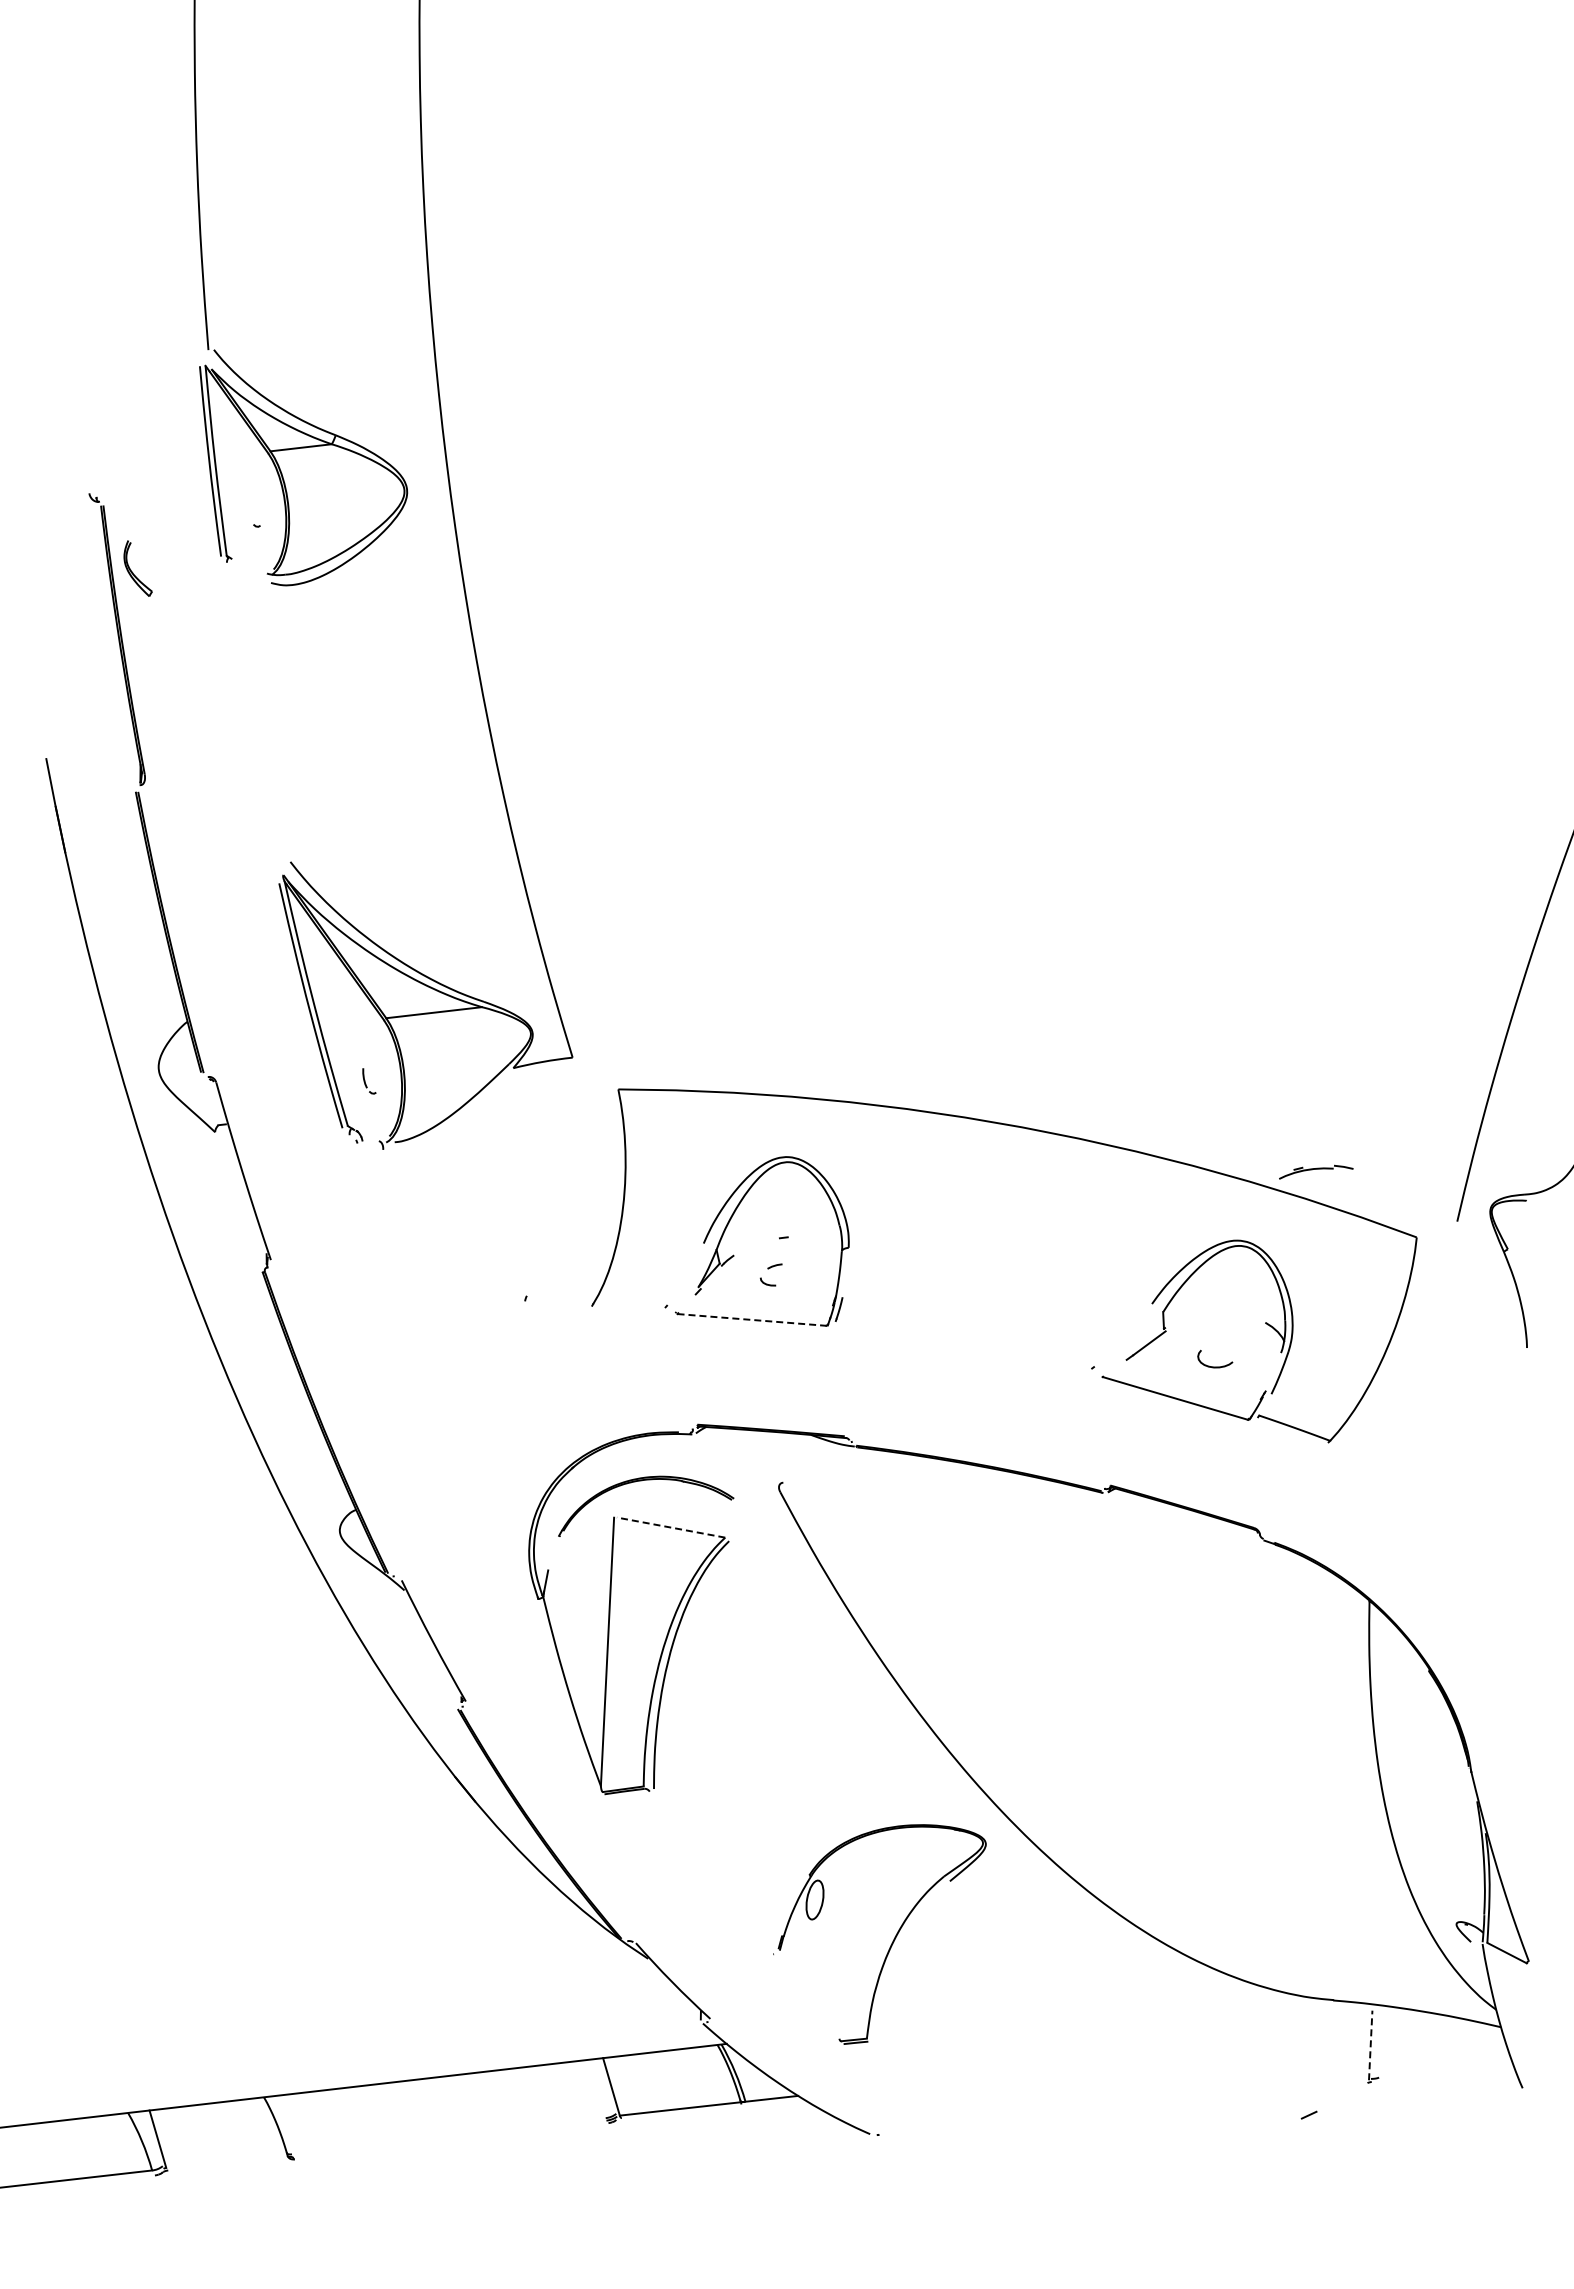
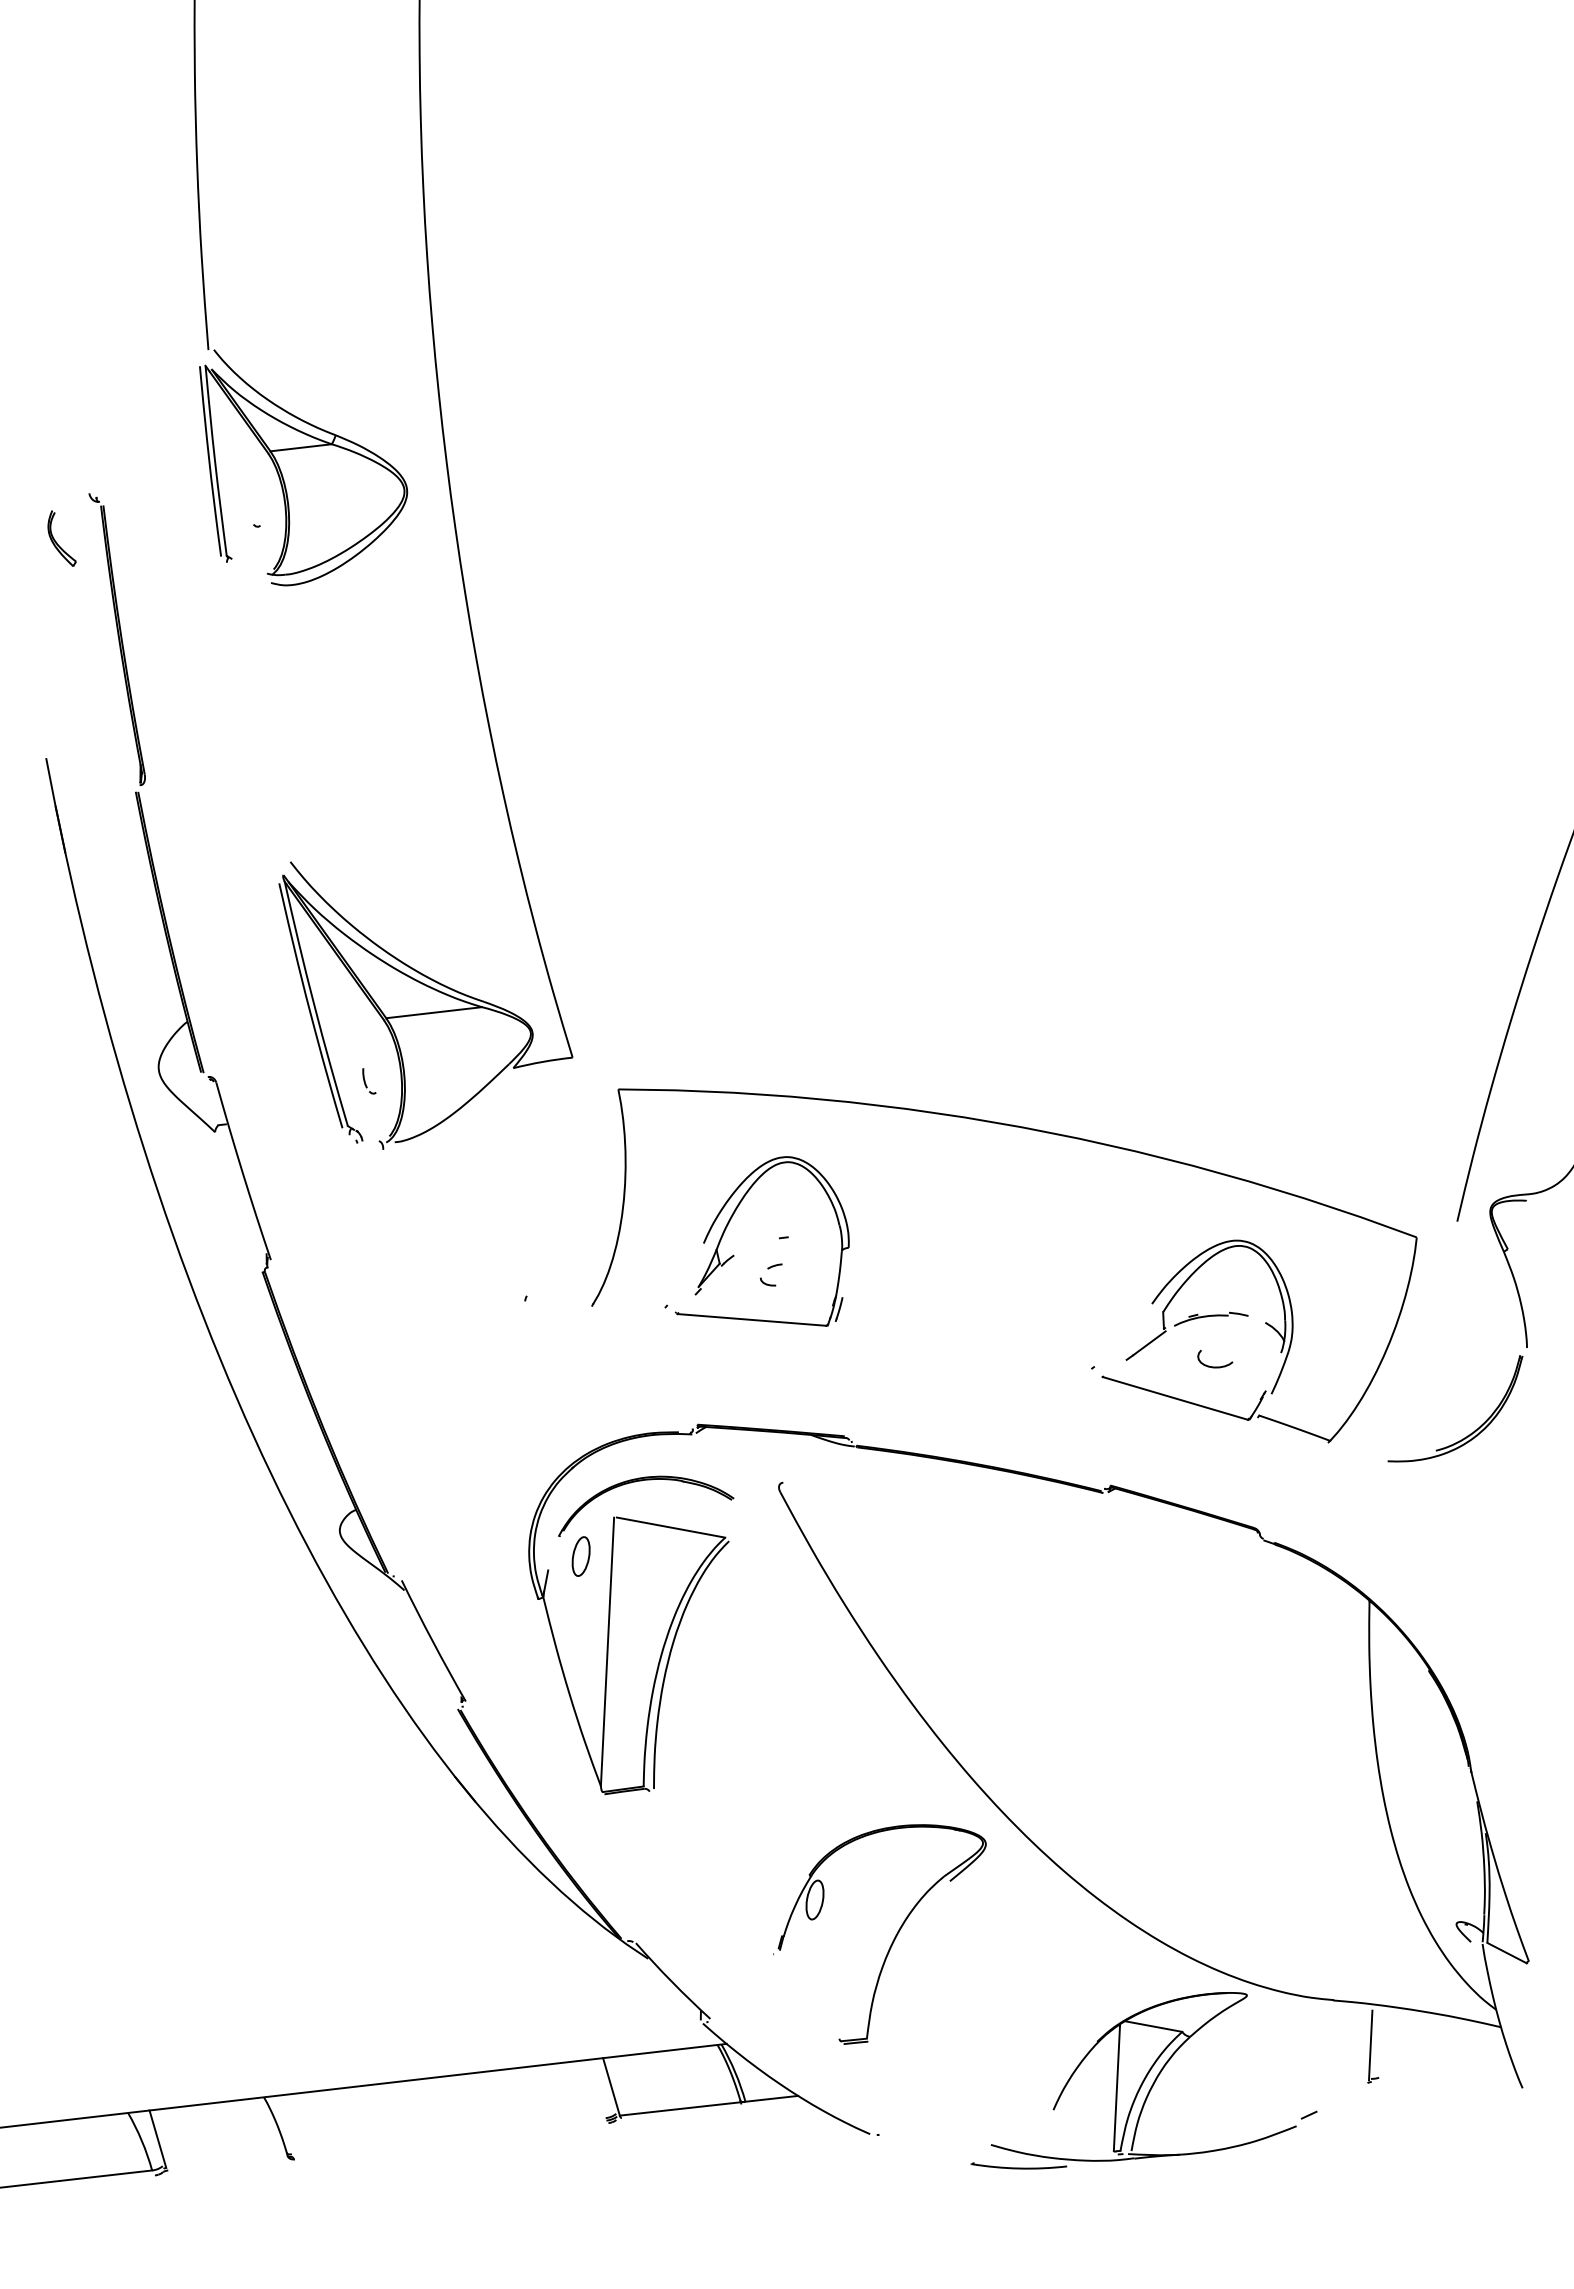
part at (137, 568) position: (137, 568) -> (61, 538)
part at (1316, 1171) position: (1316, 1171) -> (1211, 1318)
line at (751, 1319): dashed -> solid
part at (1475, 1429): none -> present
line at (670, 1527): dashed -> solid
part at (580, 1556): none -> present
line at (1370, 2045): dashed -> solid
part at (1133, 2080): none -> present
